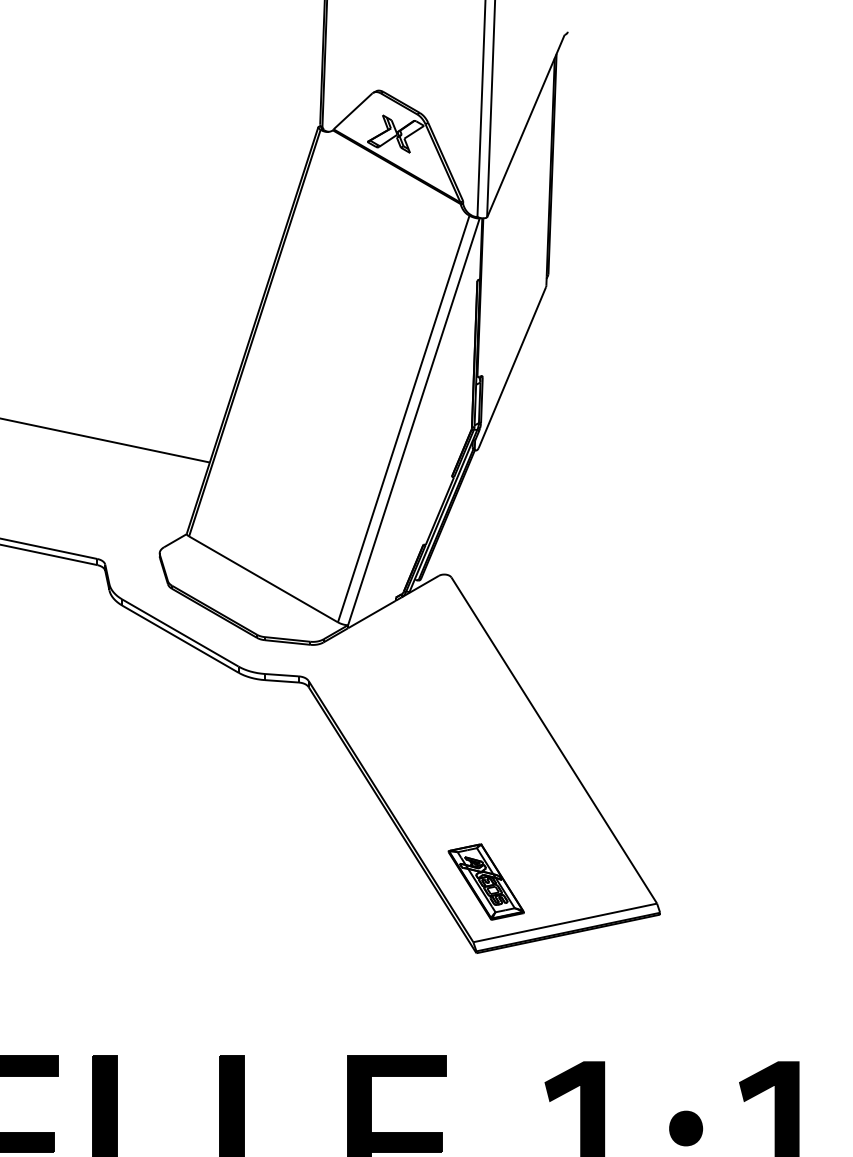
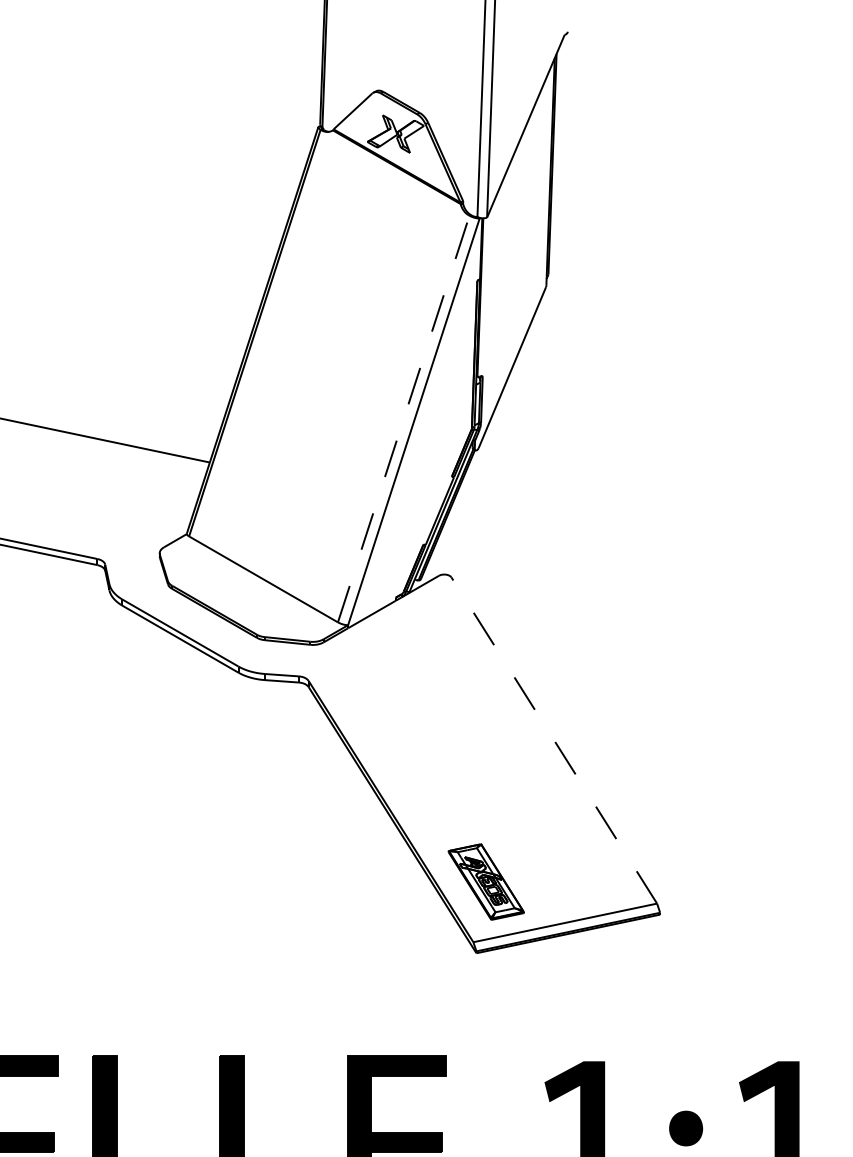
line at (403, 419): solid -> dashed
line at (554, 740): solid -> dashed
